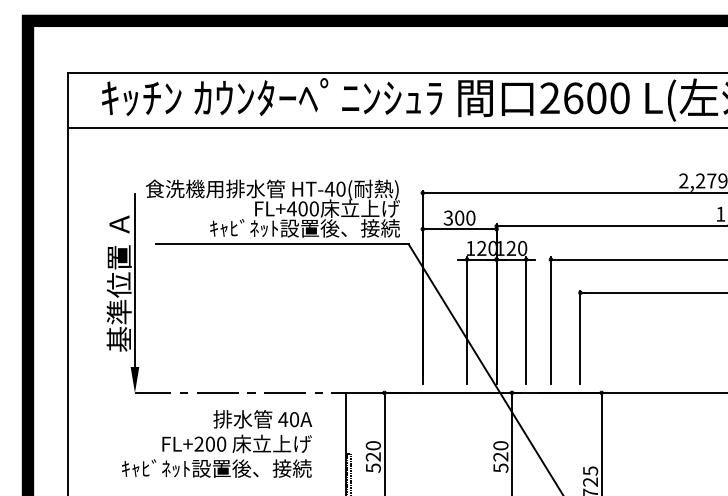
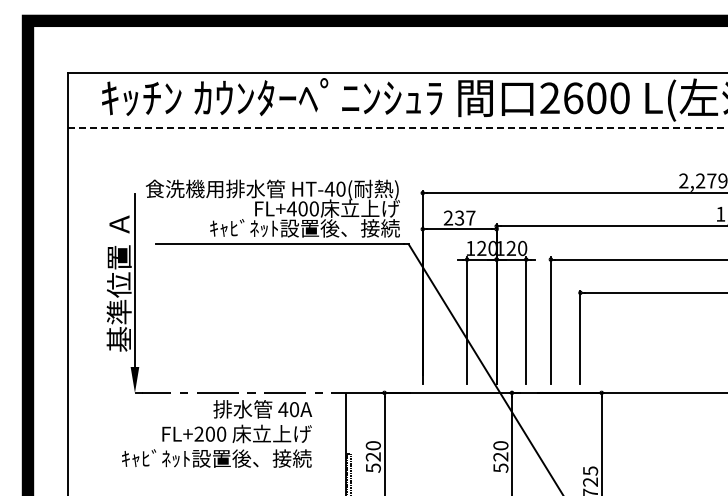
line at (398, 128): solid -> dashed
text at (459, 217): 300 -> 237
text at (217, 443) position: (217, 443) -> (217, 433)
